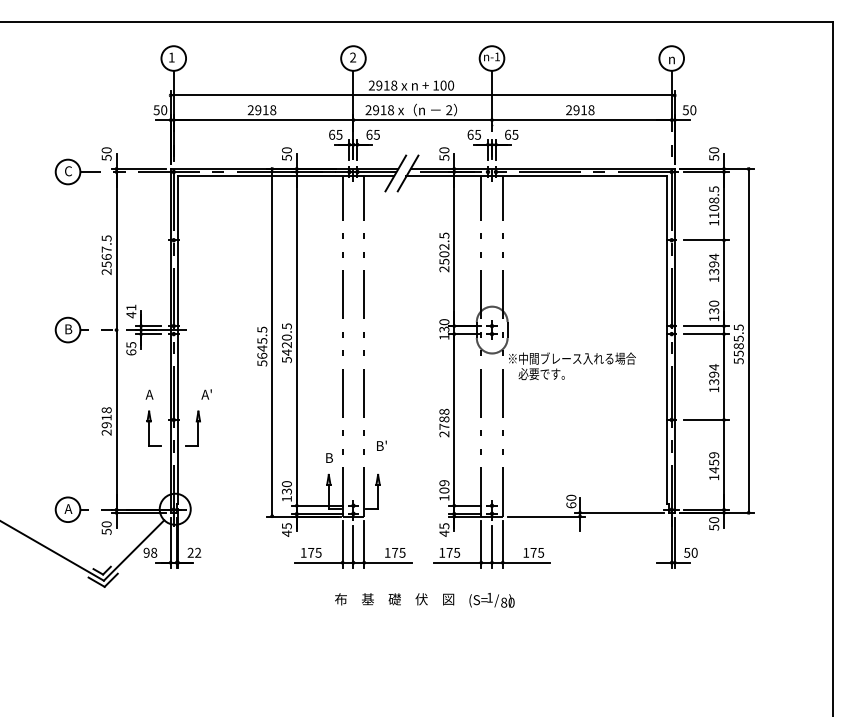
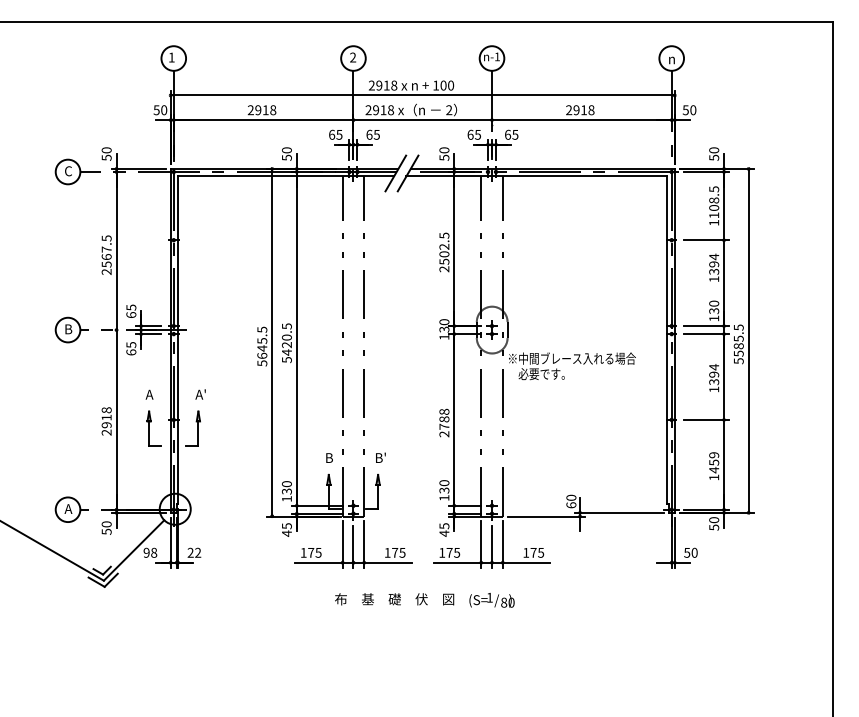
text at (131, 311): 41 -> 65
text at (206, 394) position: (206, 394) -> (200, 394)
text at (381, 445) position: (381, 445) -> (380, 457)
text at (444, 486): 109 -> 130
